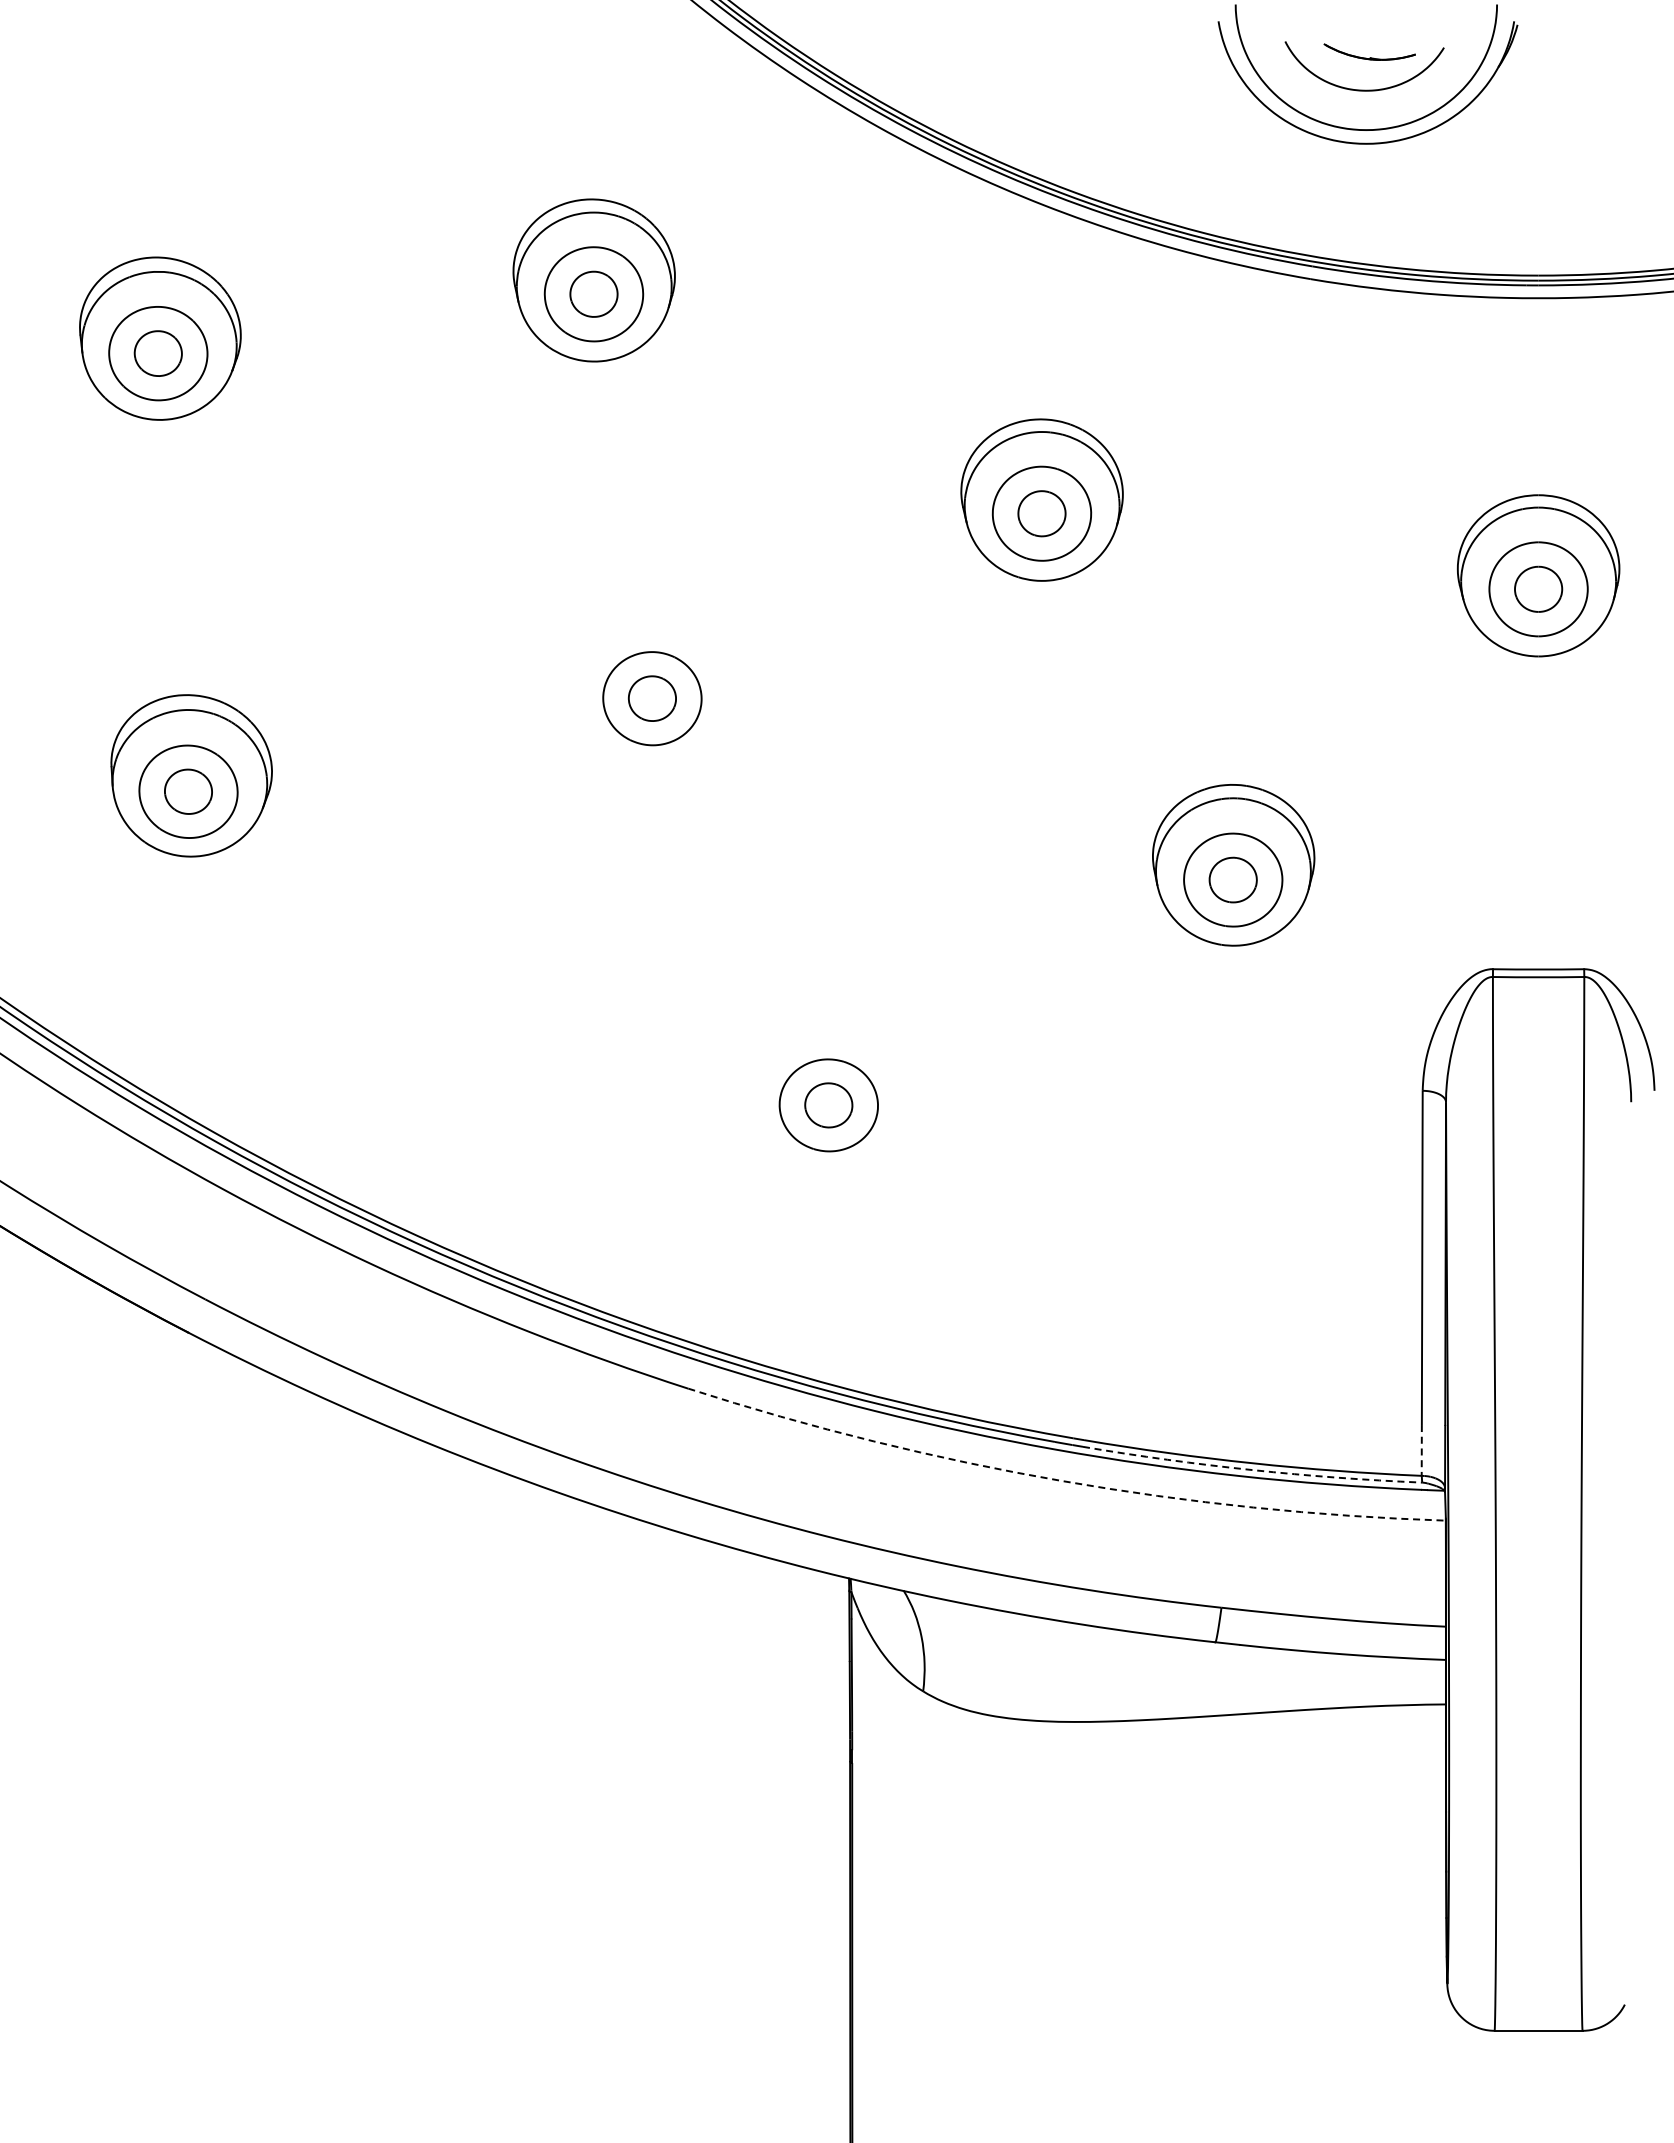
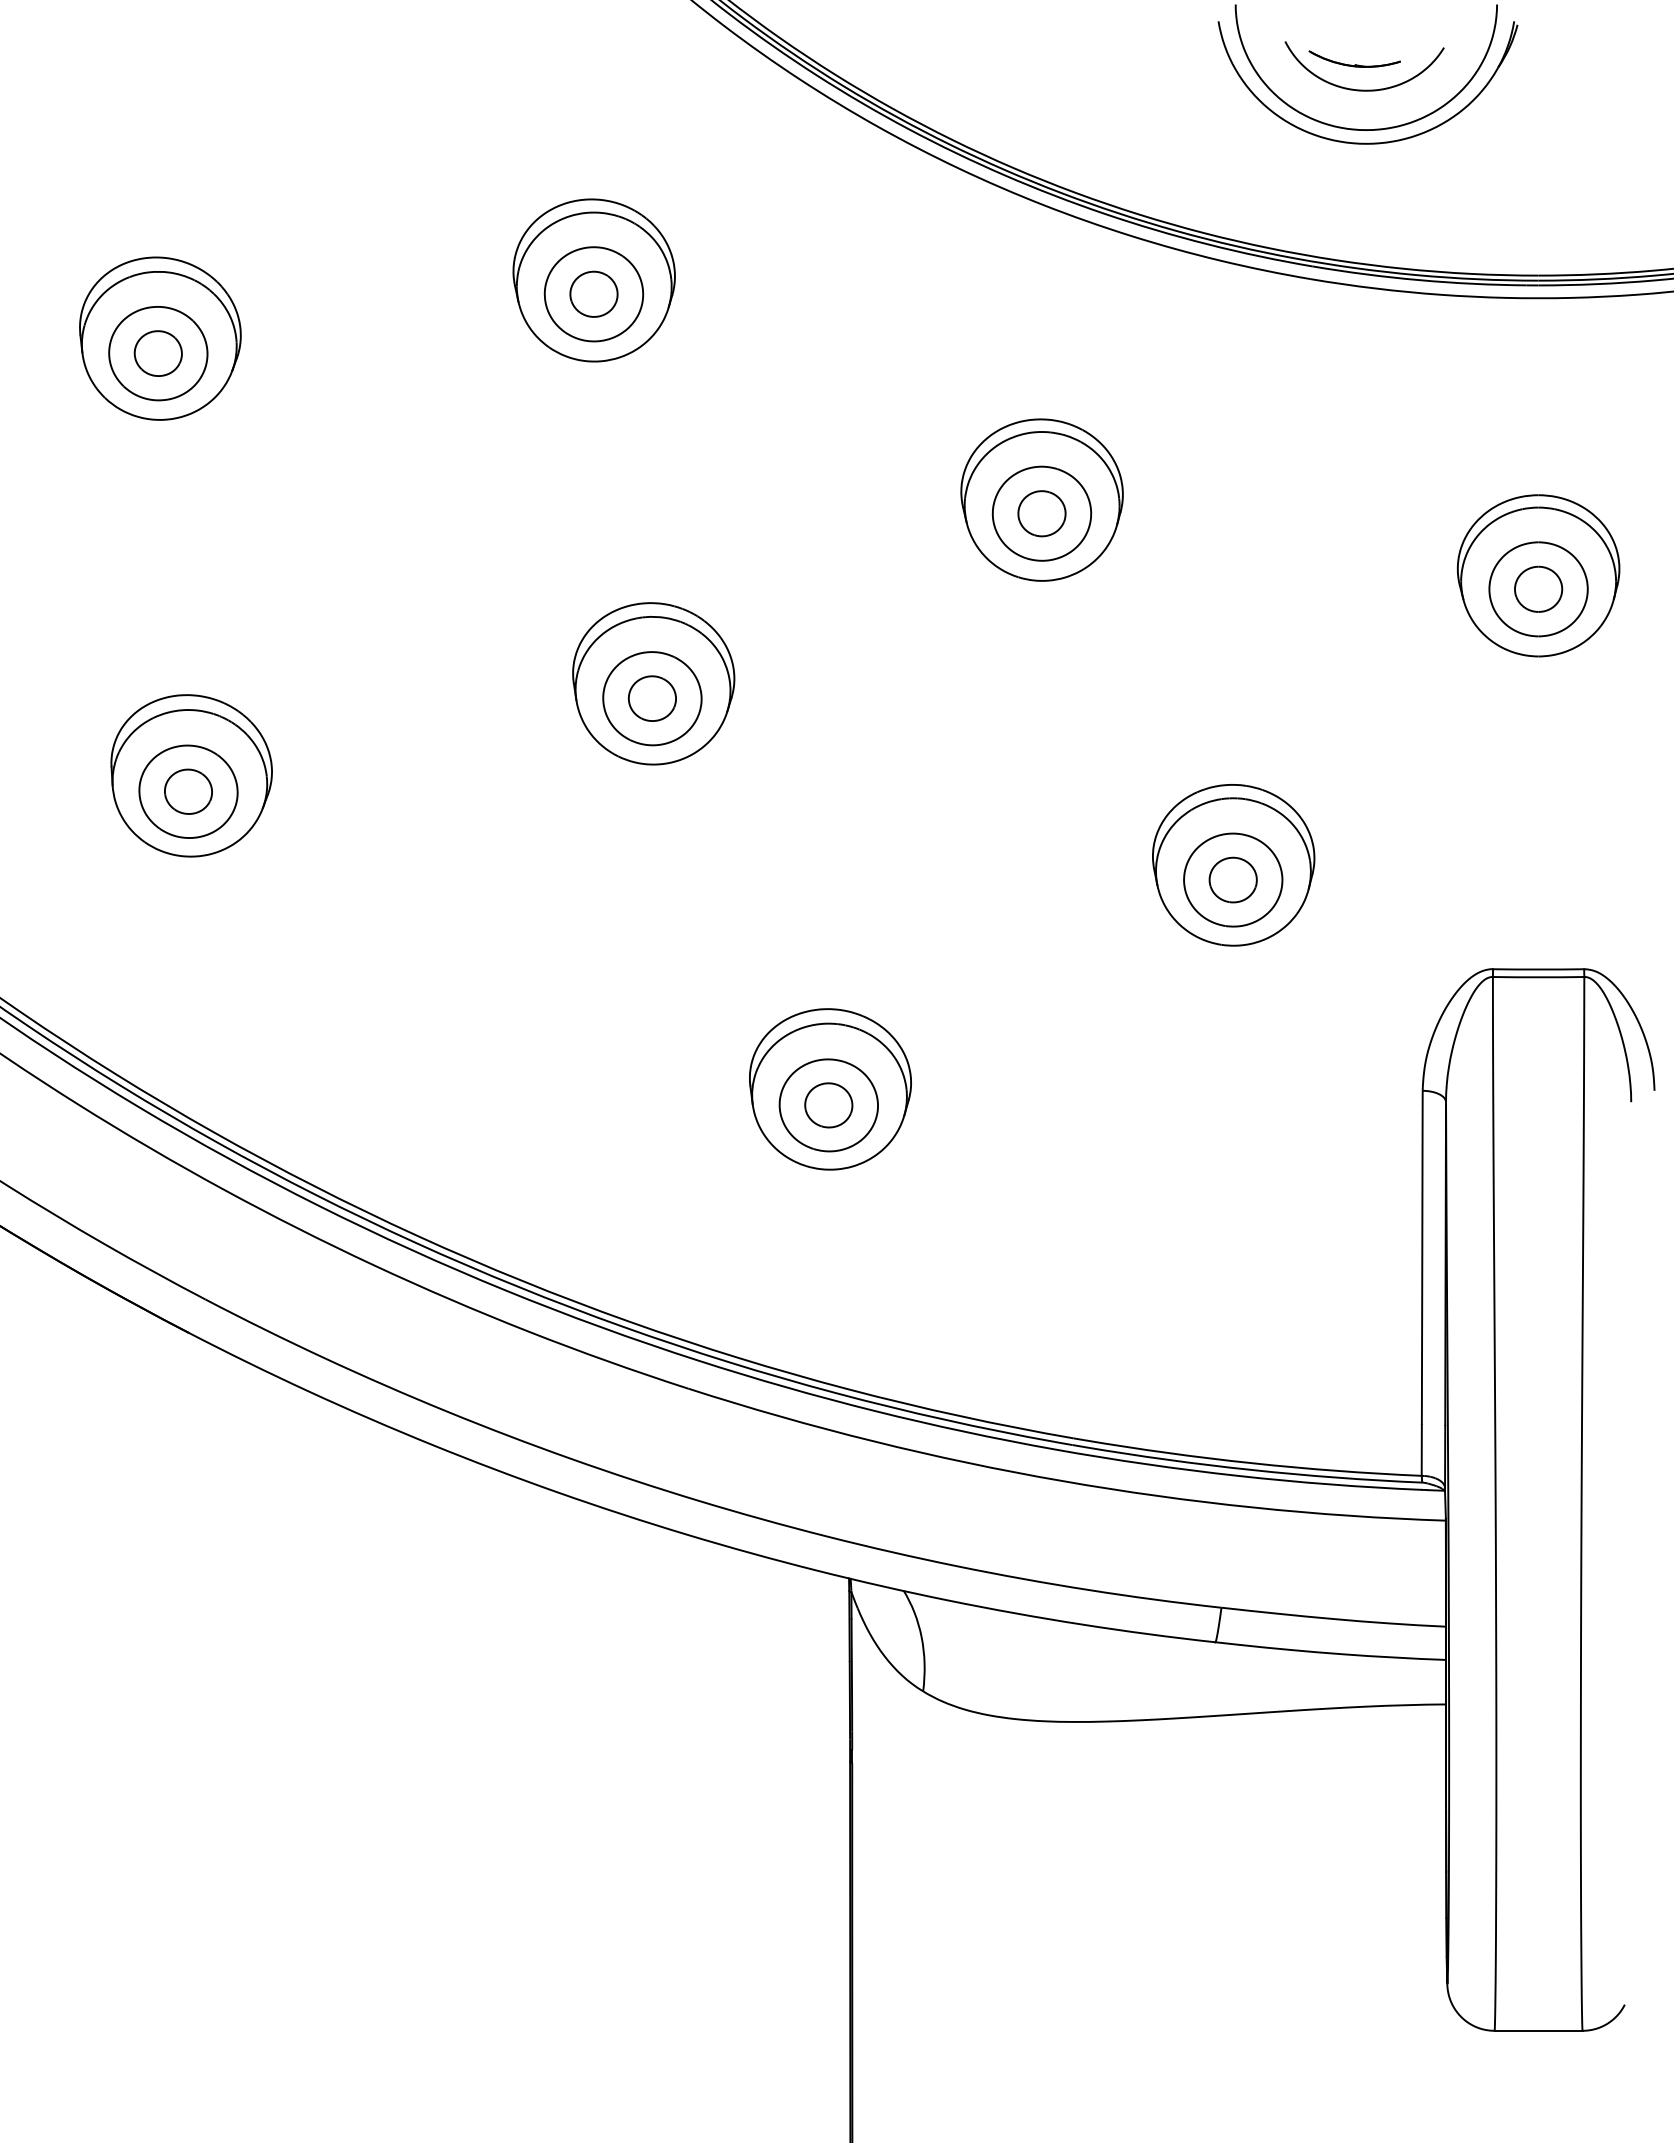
part at (1369, 51) position: (1369, 51) -> (1354, 58)
part at (653, 683): none -> present
part at (830, 1089): none -> present
line at (1421, 1450): dashed -> solid
arc at (1252, 1470): dashed -> solid
arc at (1062, 1481): dashed -> solid
